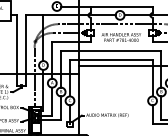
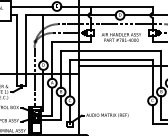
line at (31, 6): none -> present
